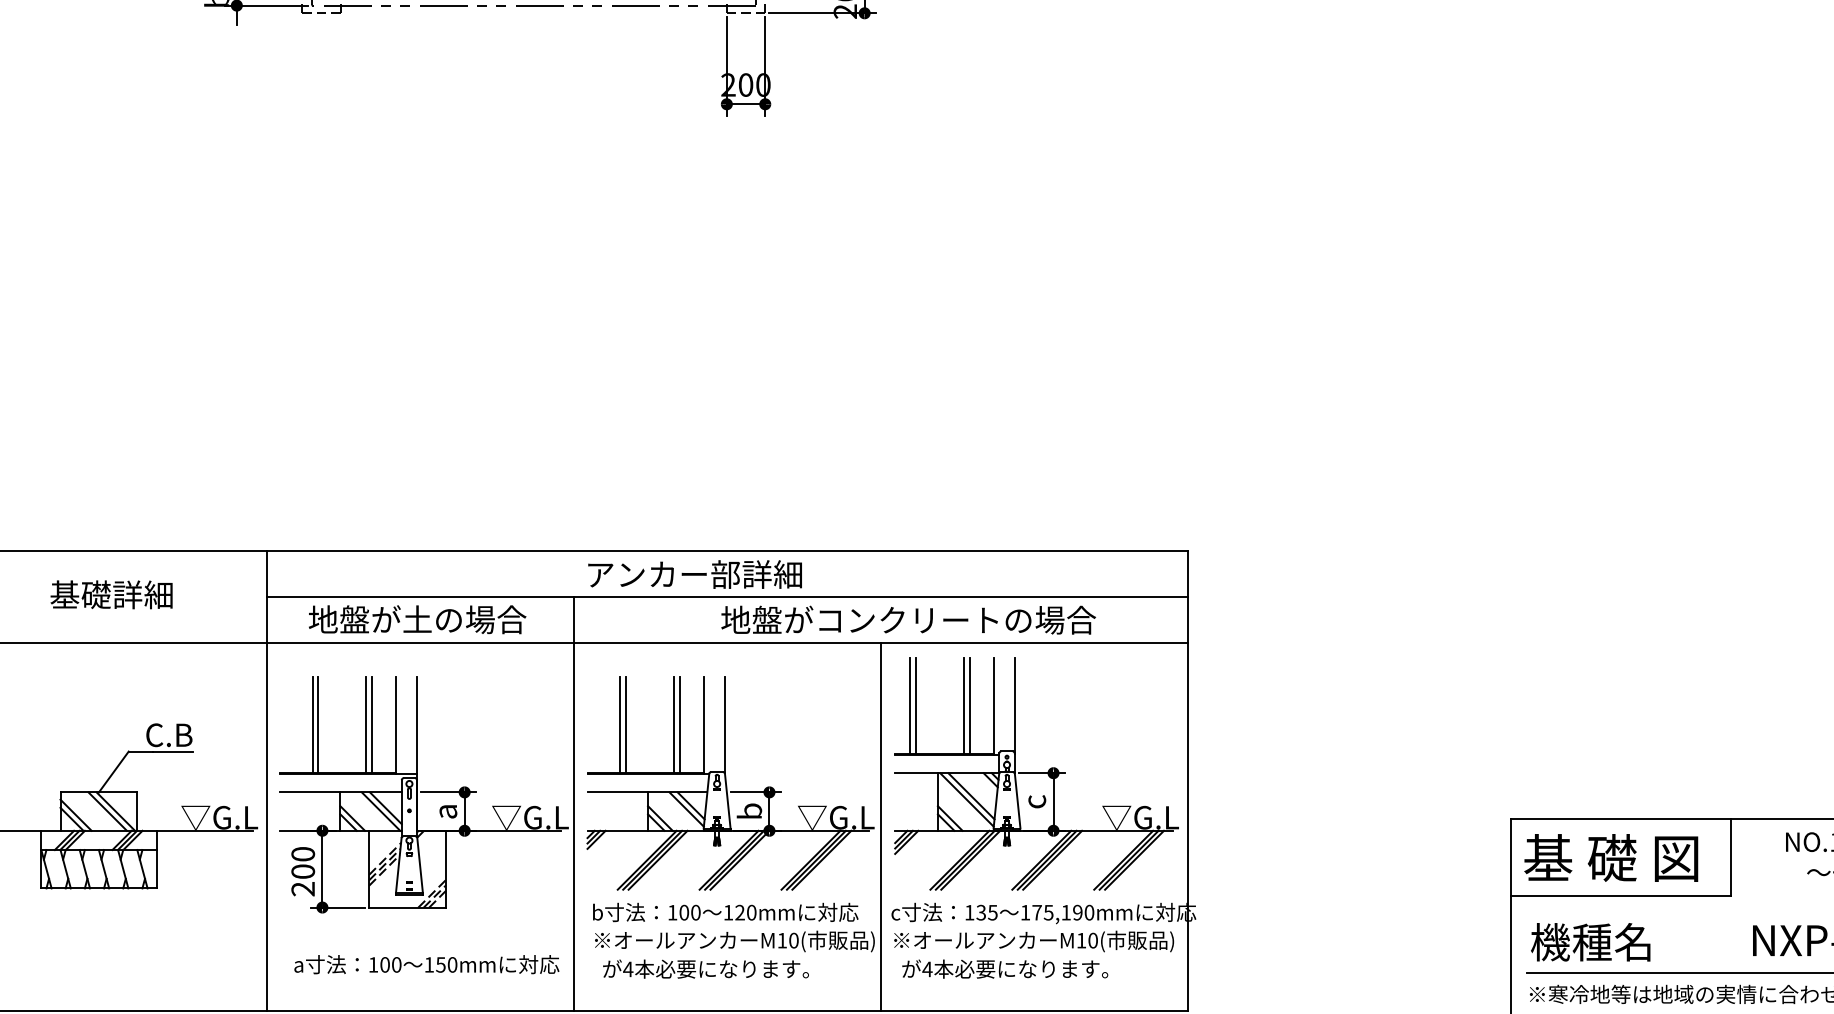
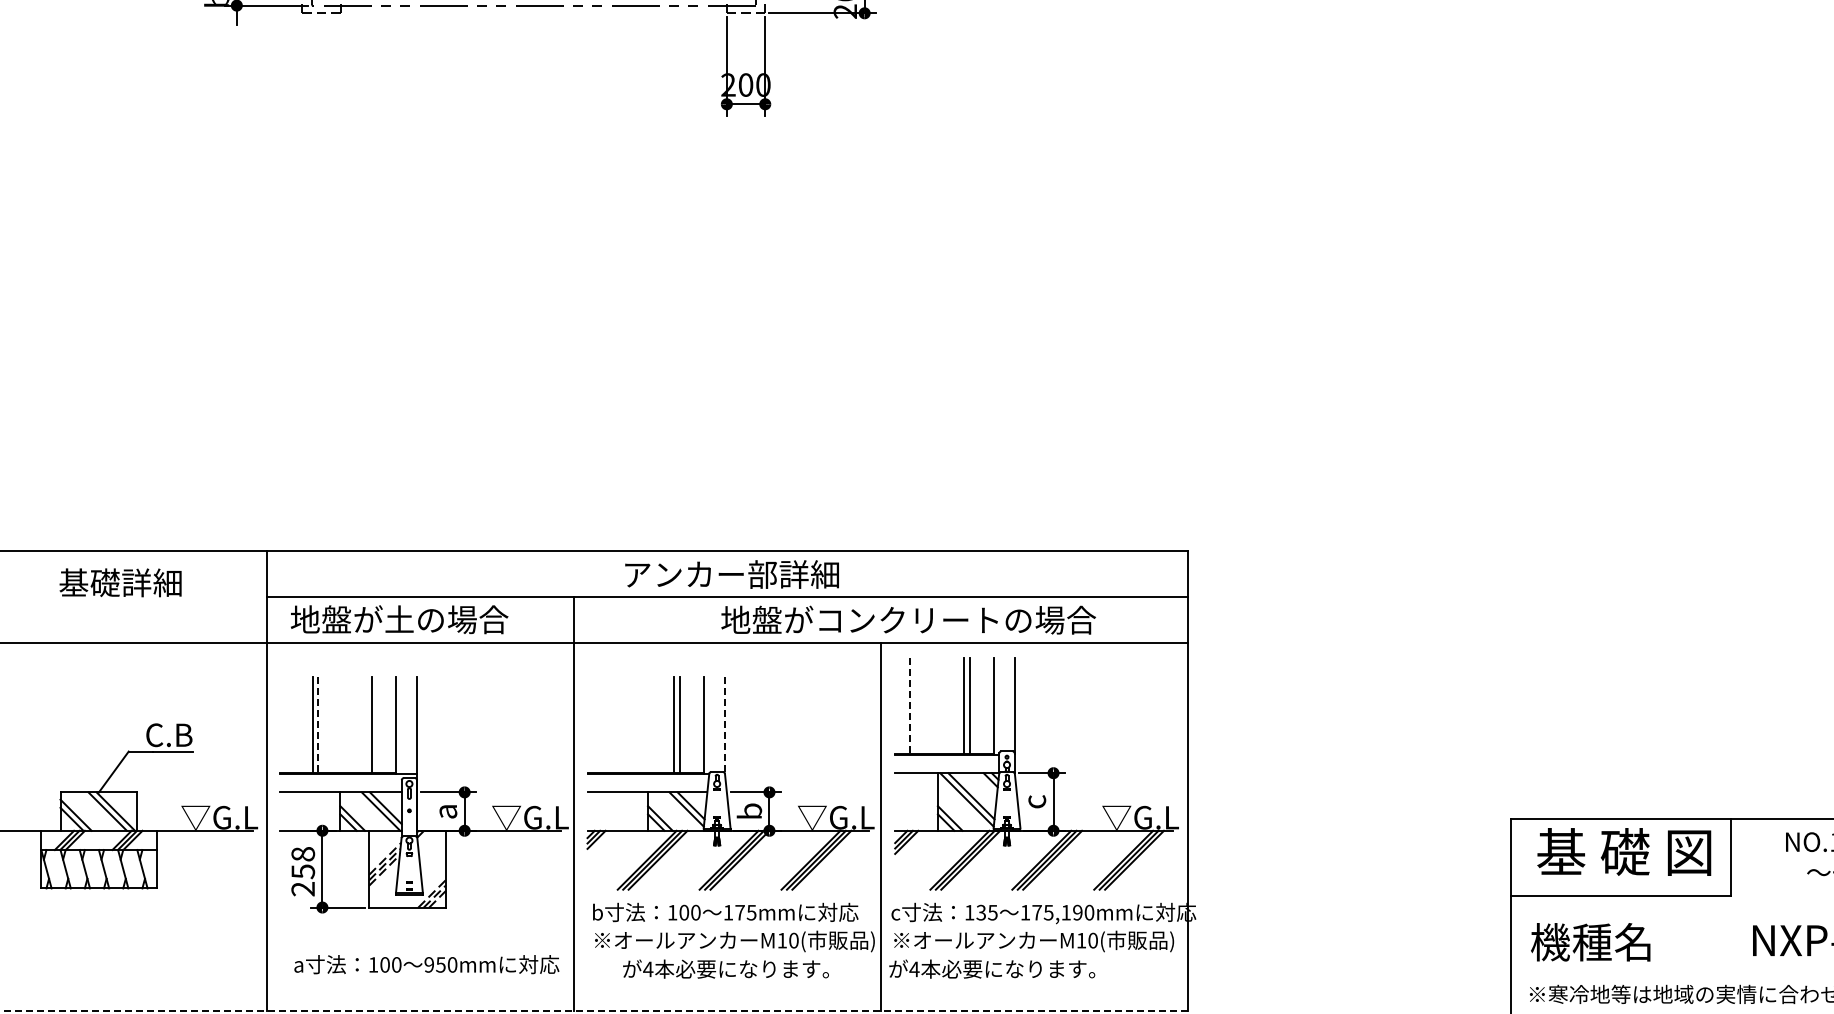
text at (694, 574) position: (694, 574) -> (731, 574)
text at (111, 594) position: (111, 594) -> (120, 582)
text at (417, 619) position: (417, 619) -> (399, 619)
line at (910, 706): solid -> dashed
line at (915, 706): present -> none
line at (318, 725): solid -> dashed
line at (366, 725): present -> none
line at (620, 725): present -> none
line at (625, 725): present -> none
line at (724, 725): solid -> dashed
text at (1611, 857) position: (1611, 857) -> (1624, 851)
text at (303, 863): 200 -> 258
text at (745, 912): 120mm -> 175mm
text at (428, 964): 150mm -> 950mm
text at (705, 968) position: (705, 968) -> (725, 968)
text at (1005, 968) position: (1005, 968) -> (992, 968)
line at (1678, 973): present -> none
line at (594, 1011): solid -> dashed
